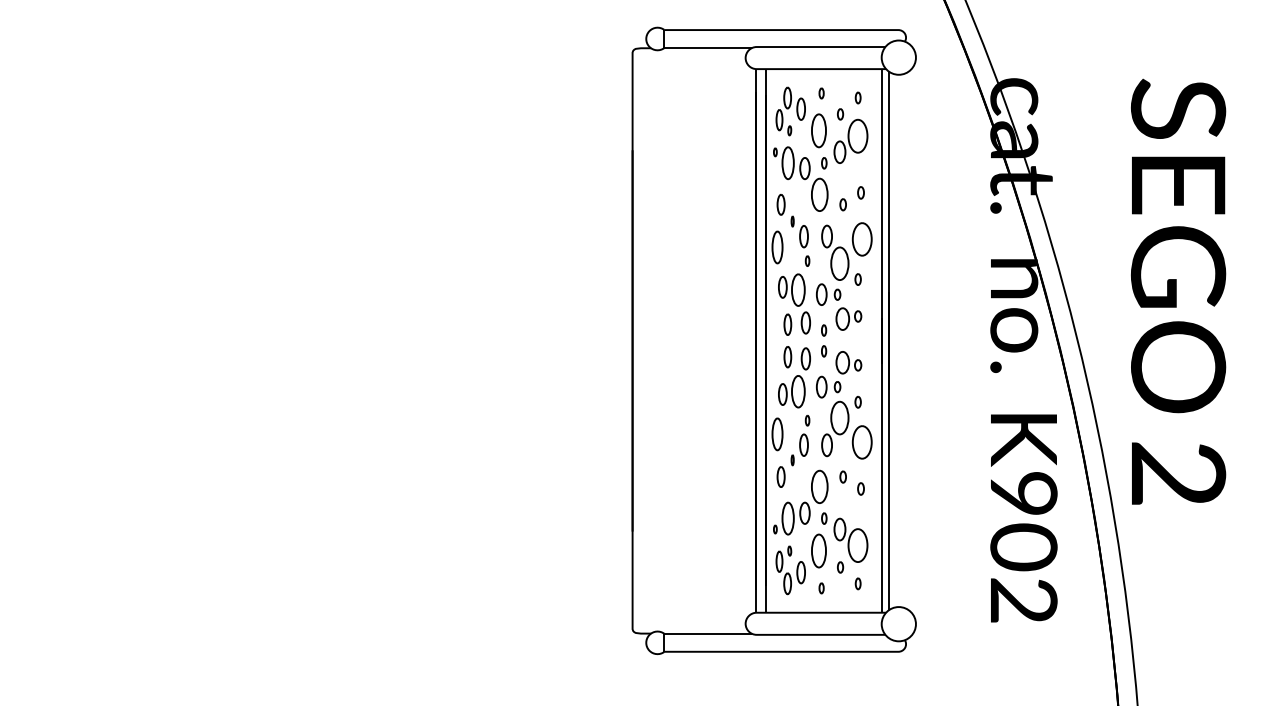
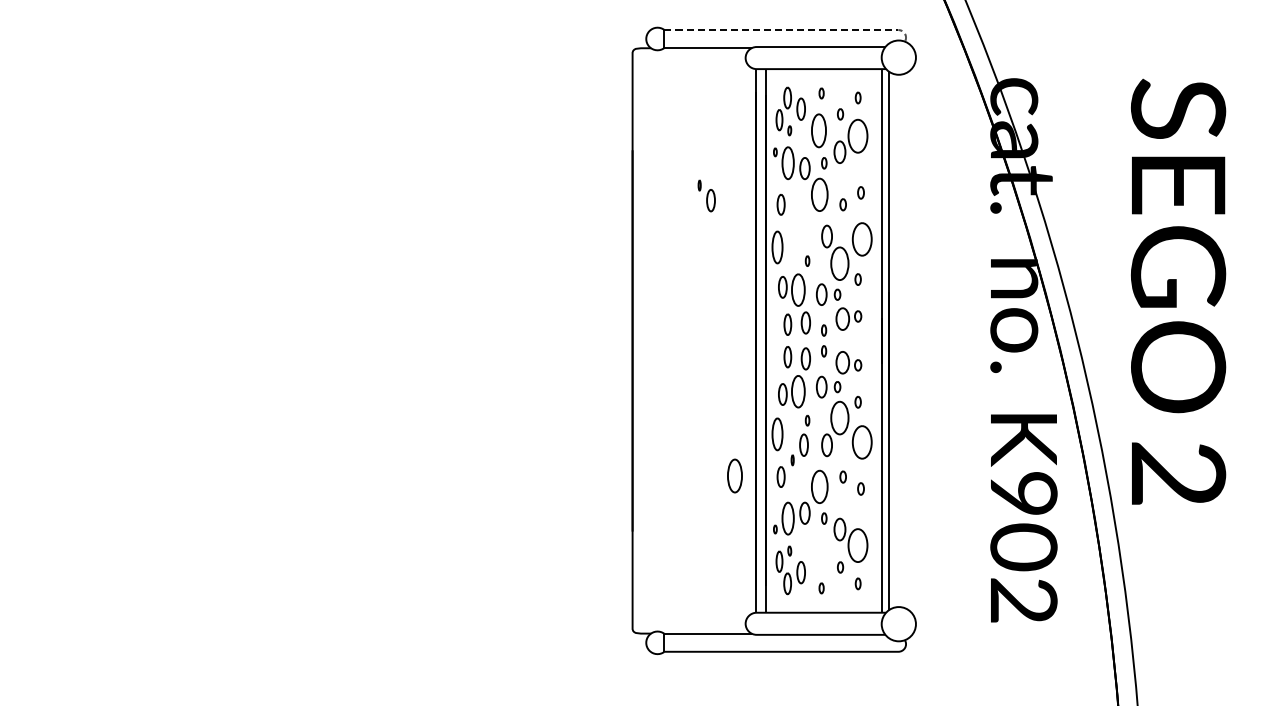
line at (795, 30): solid -> dashed
part at (799, 231) position: (799, 231) -> (706, 195)
part at (818, 550) position: (818, 550) -> (734, 475)
